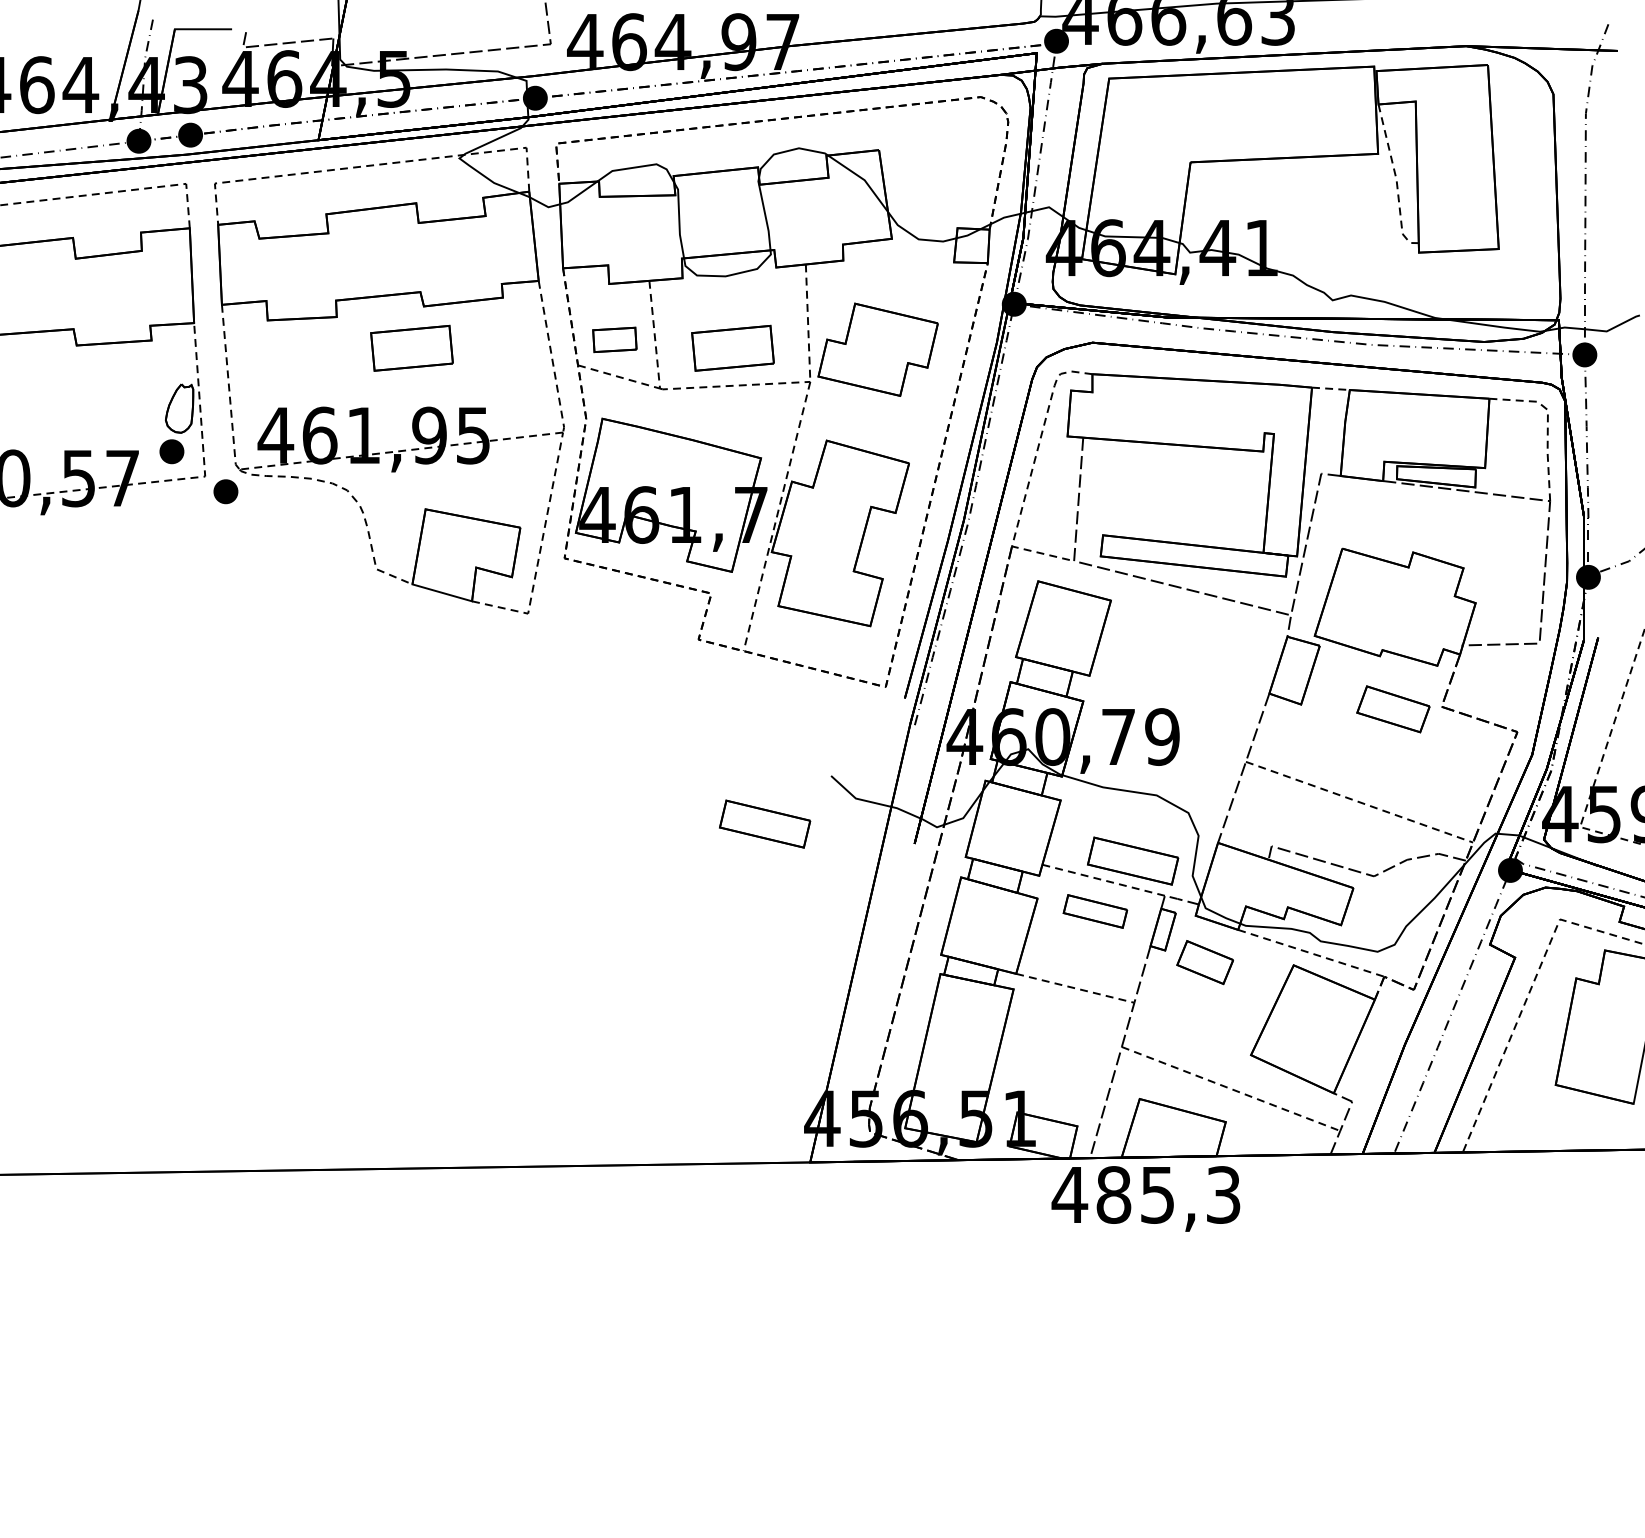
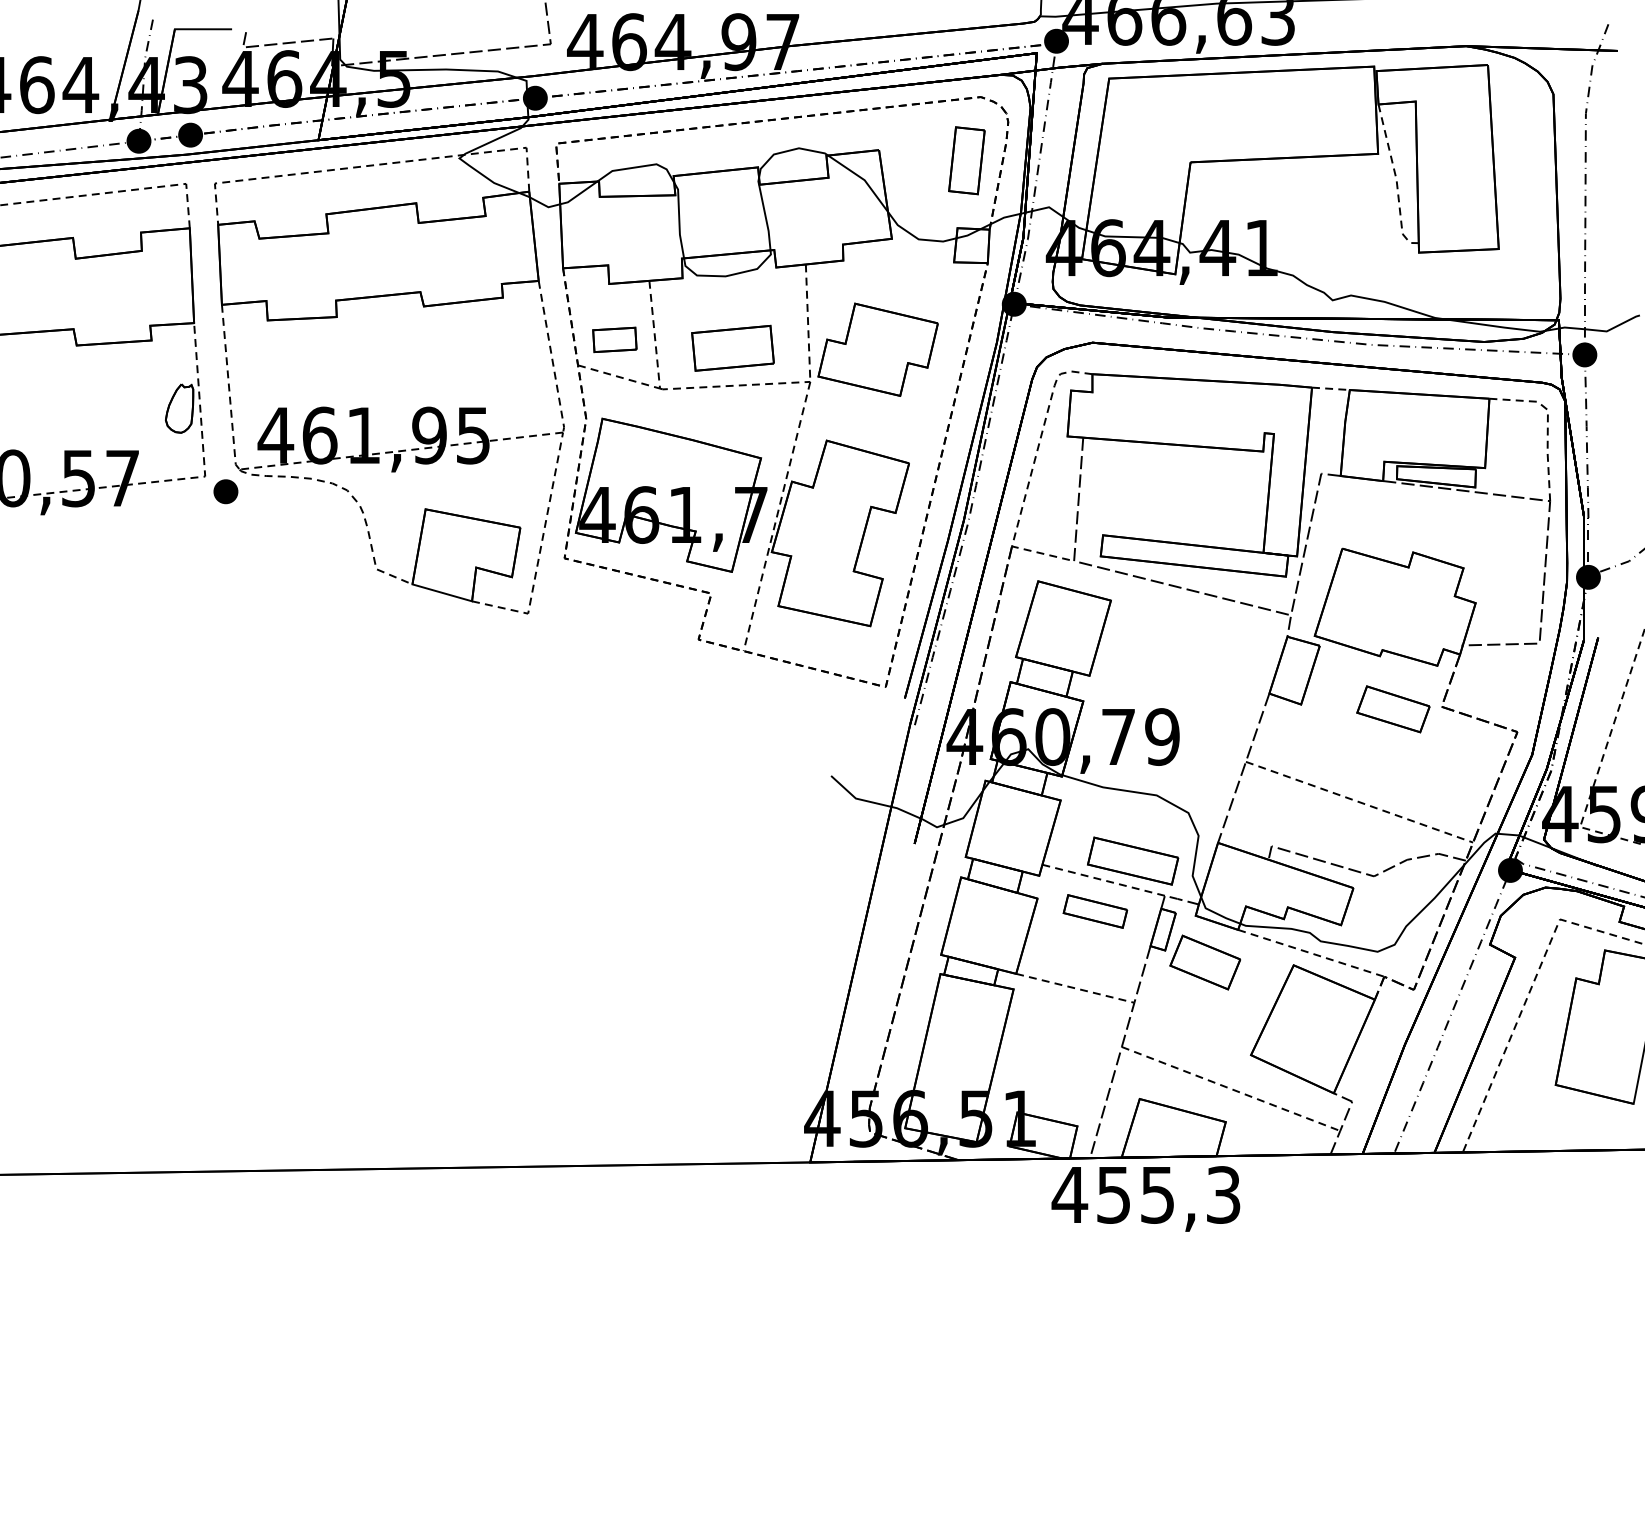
part at (966, 160): none -> present
part at (411, 347): present -> none
part at (171, 451): present -> none
part at (765, 823): present -> none
part at (1204, 962) size: 58x46 px -> 72x57 px
text at (1113, 1194): 485,3 -> 455,3
